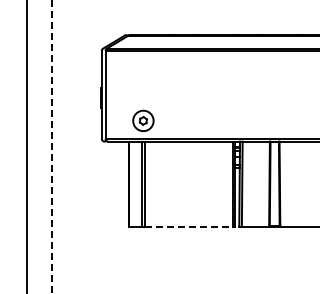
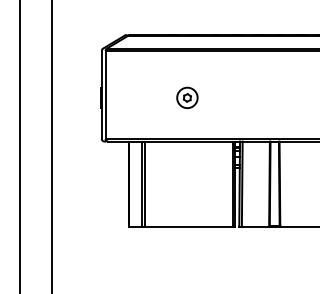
part at (143, 120) position: (143, 120) -> (187, 97)
line at (26, 146) position: (26, 146) -> (19, 146)
line at (52, 146): dashed -> solid
line at (189, 226): dashed -> solid
